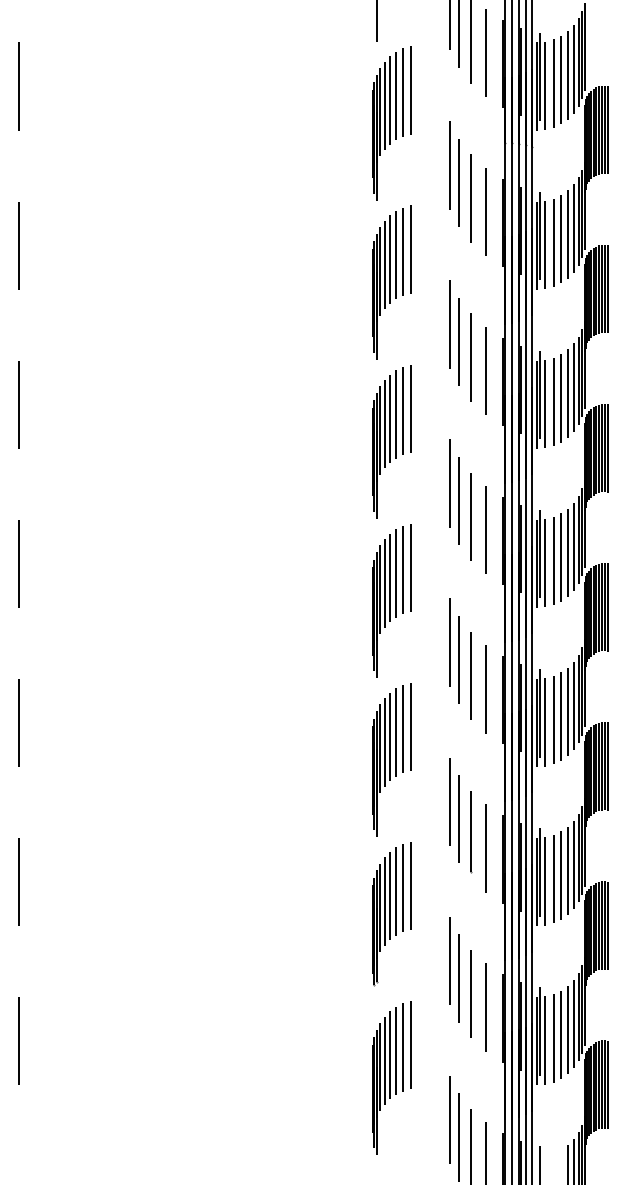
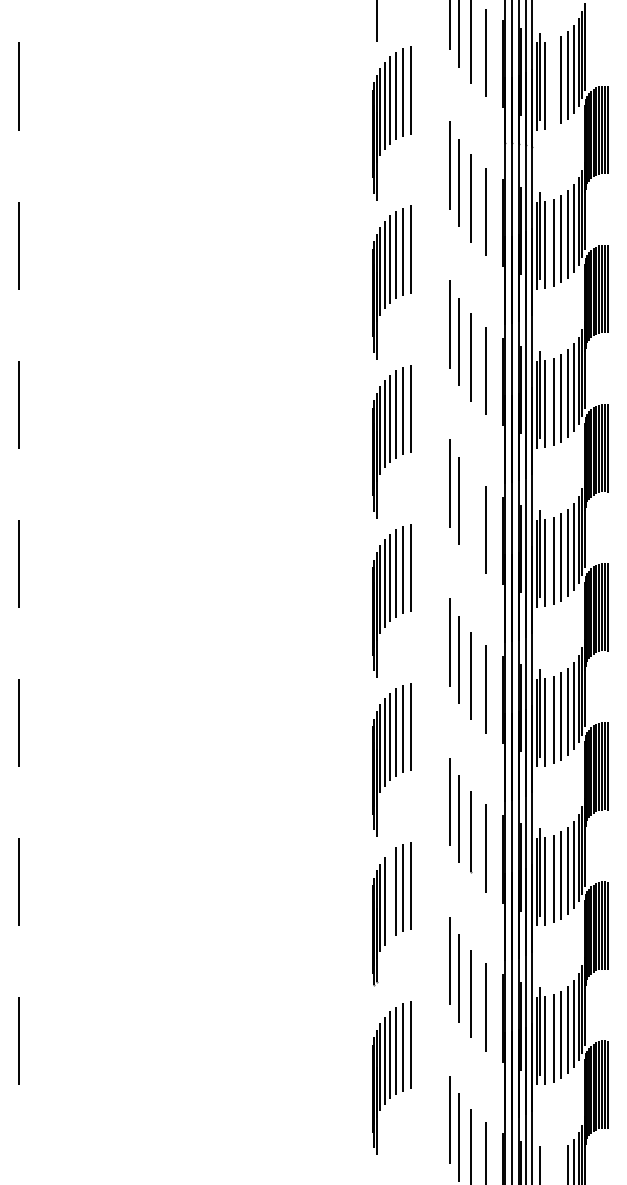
line at (553, 83): present -> none
line at (471, 516): present -> none
line at (390, 895): present -> none
